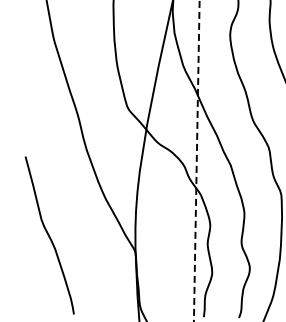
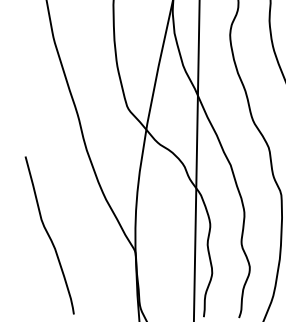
line at (196, 160): dashed -> solid
